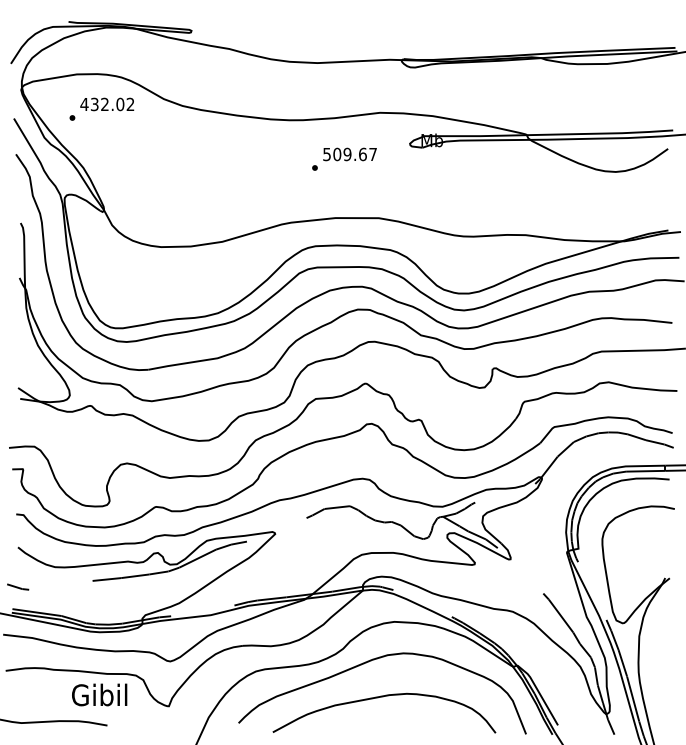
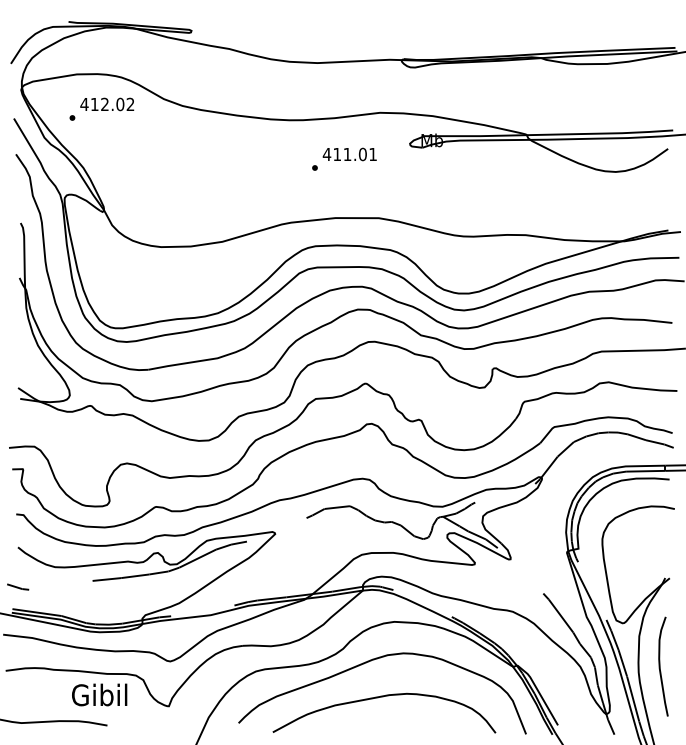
text at (94, 104): 432.02 -> 412.02
text at (349, 154): 509.67 -> 411.01
curve at (660, 666): none -> present
